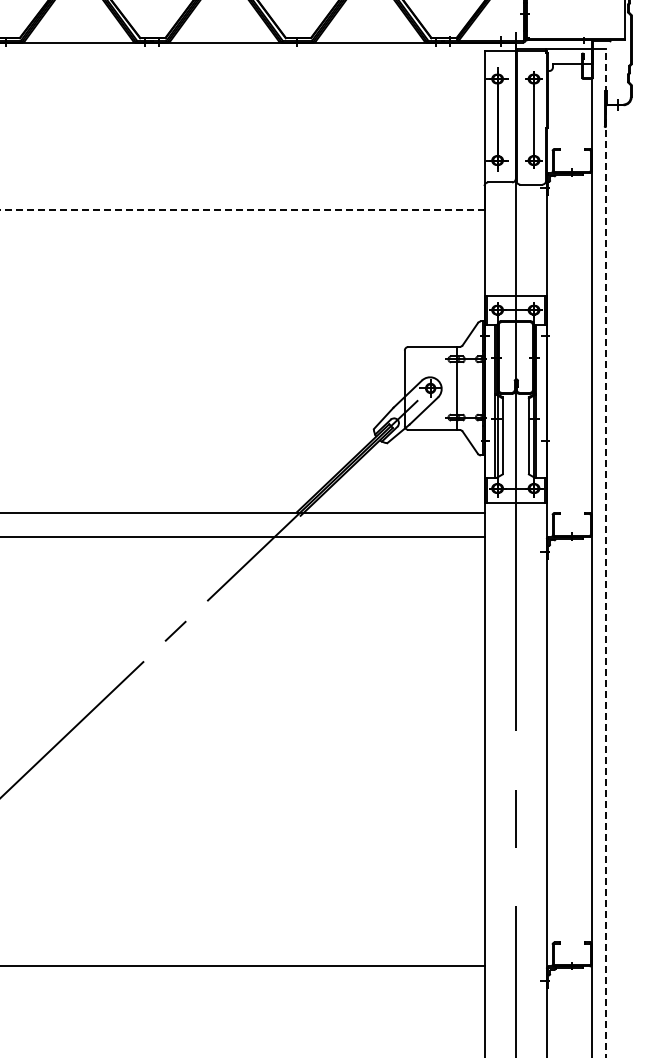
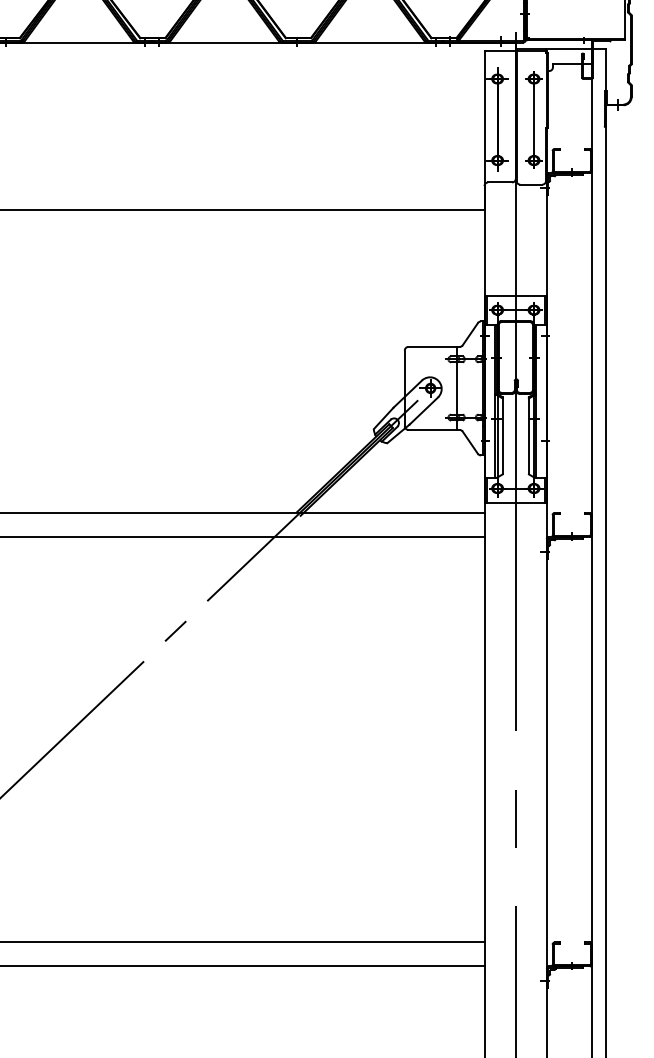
line at (242, 210): dashed -> solid
line at (606, 553): dashed -> solid
line at (243, 942): none -> present
